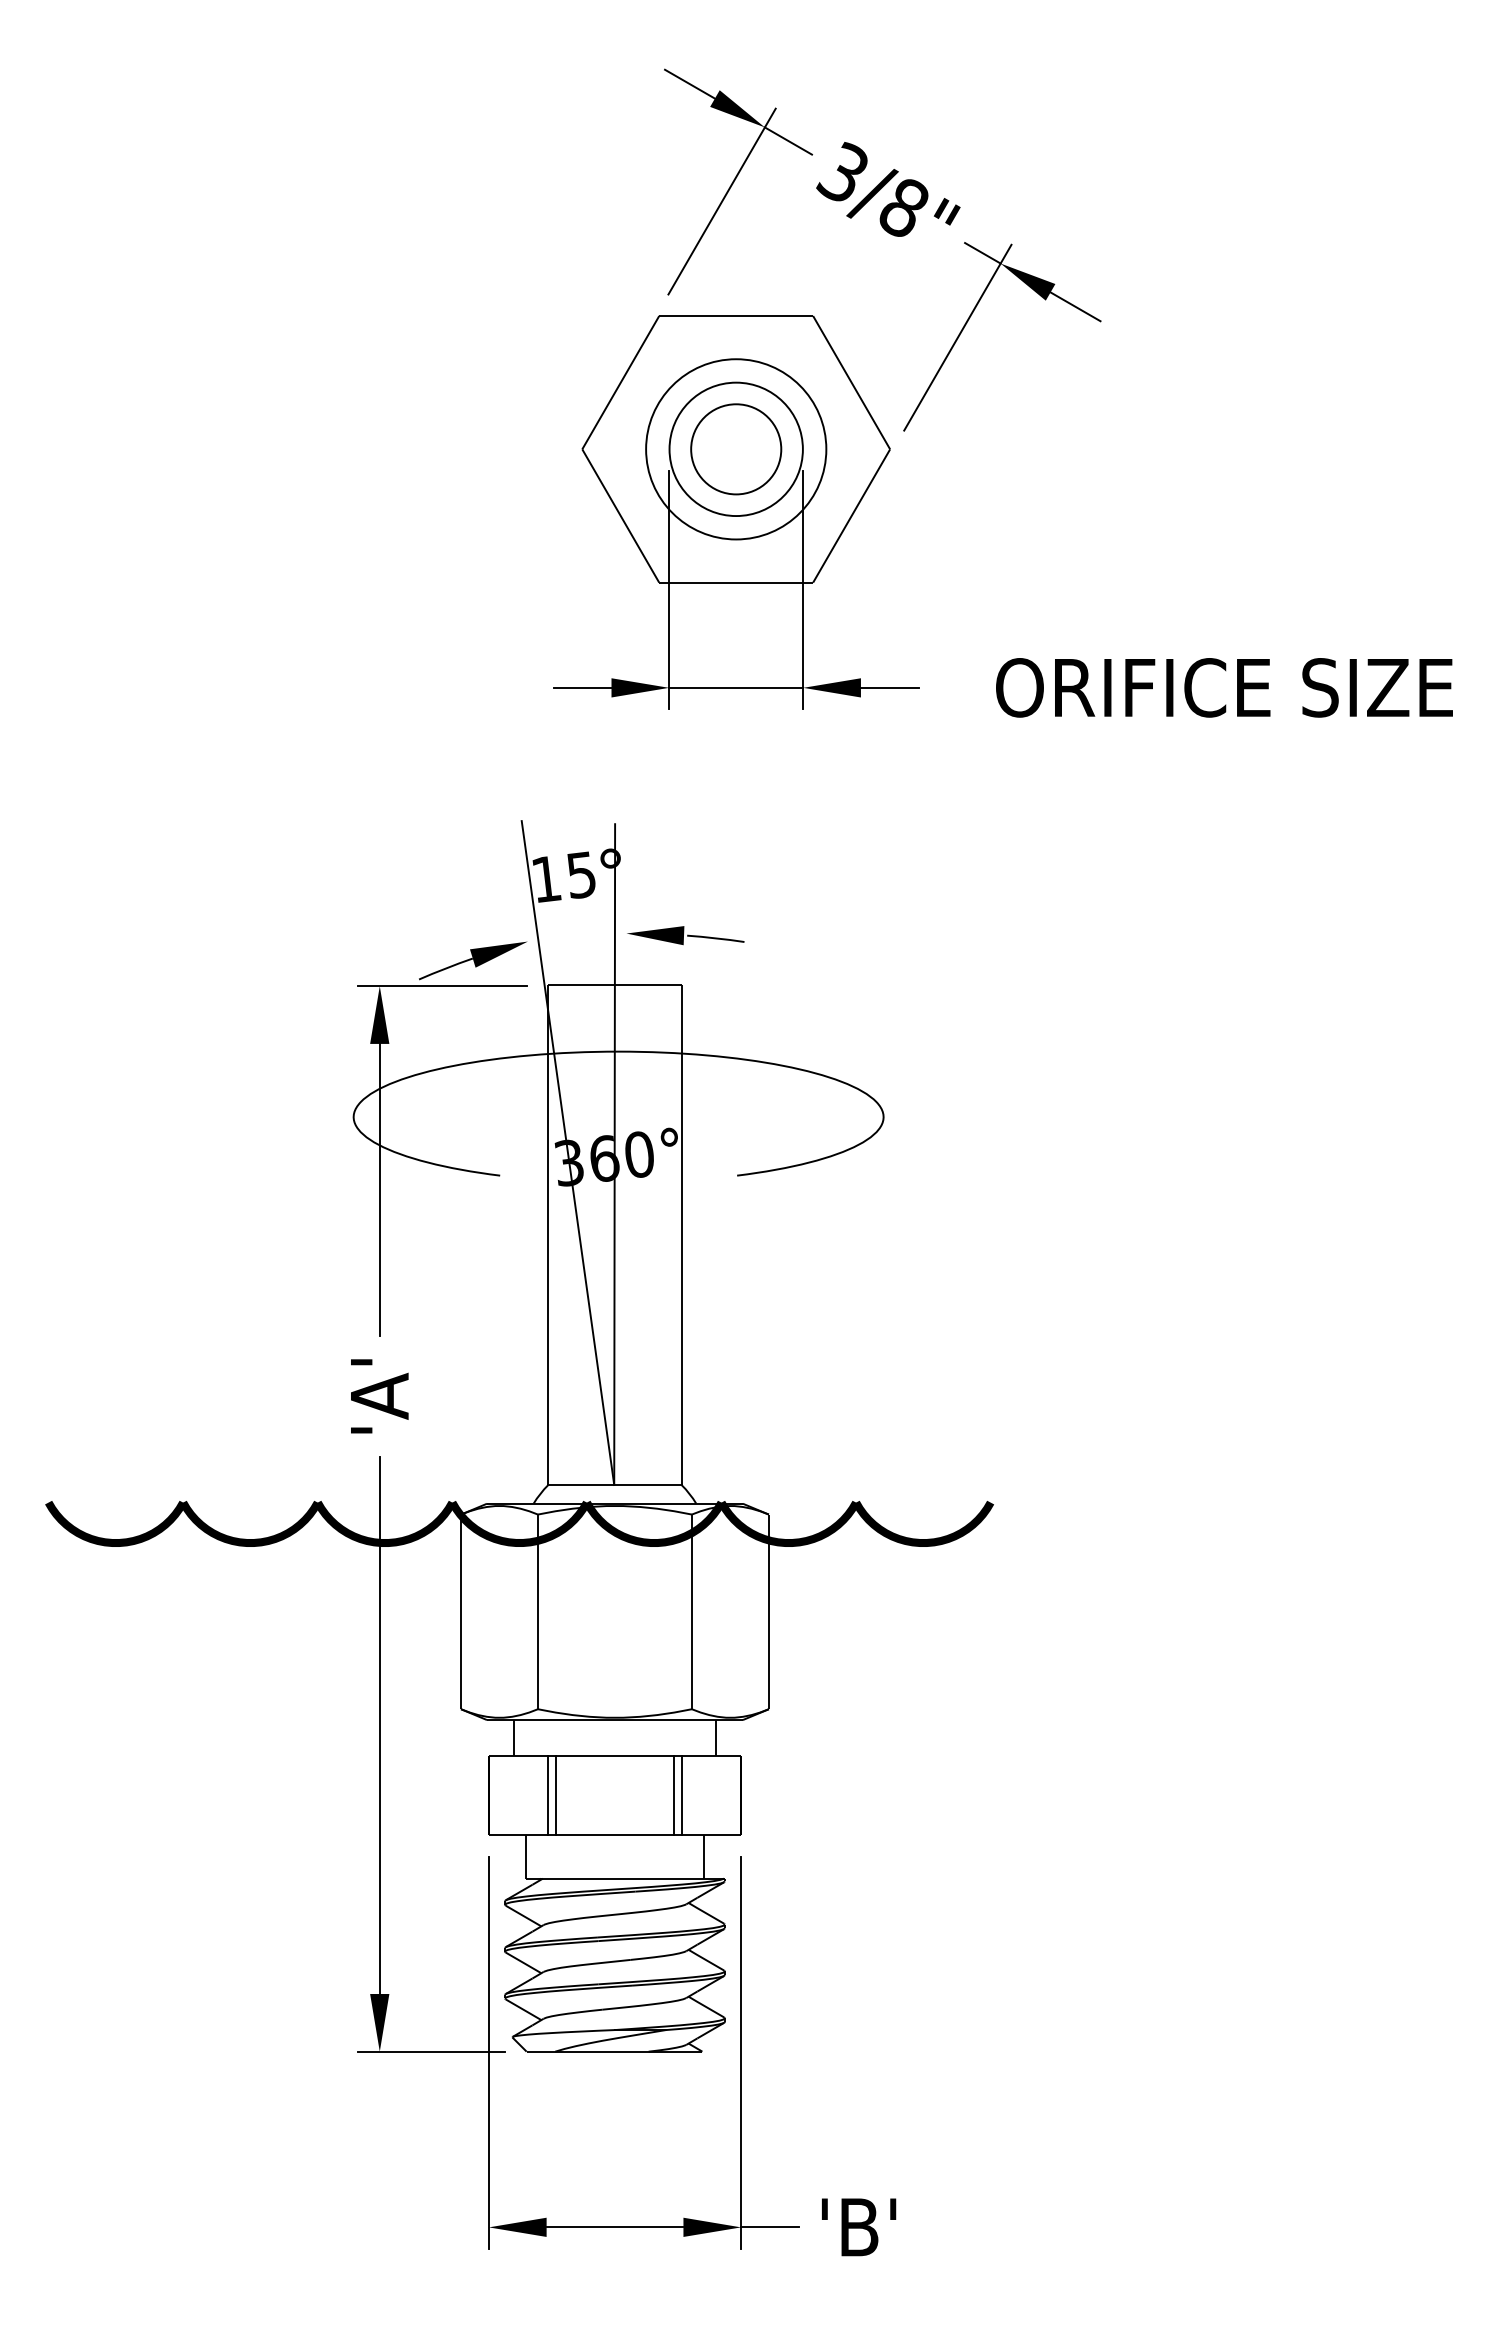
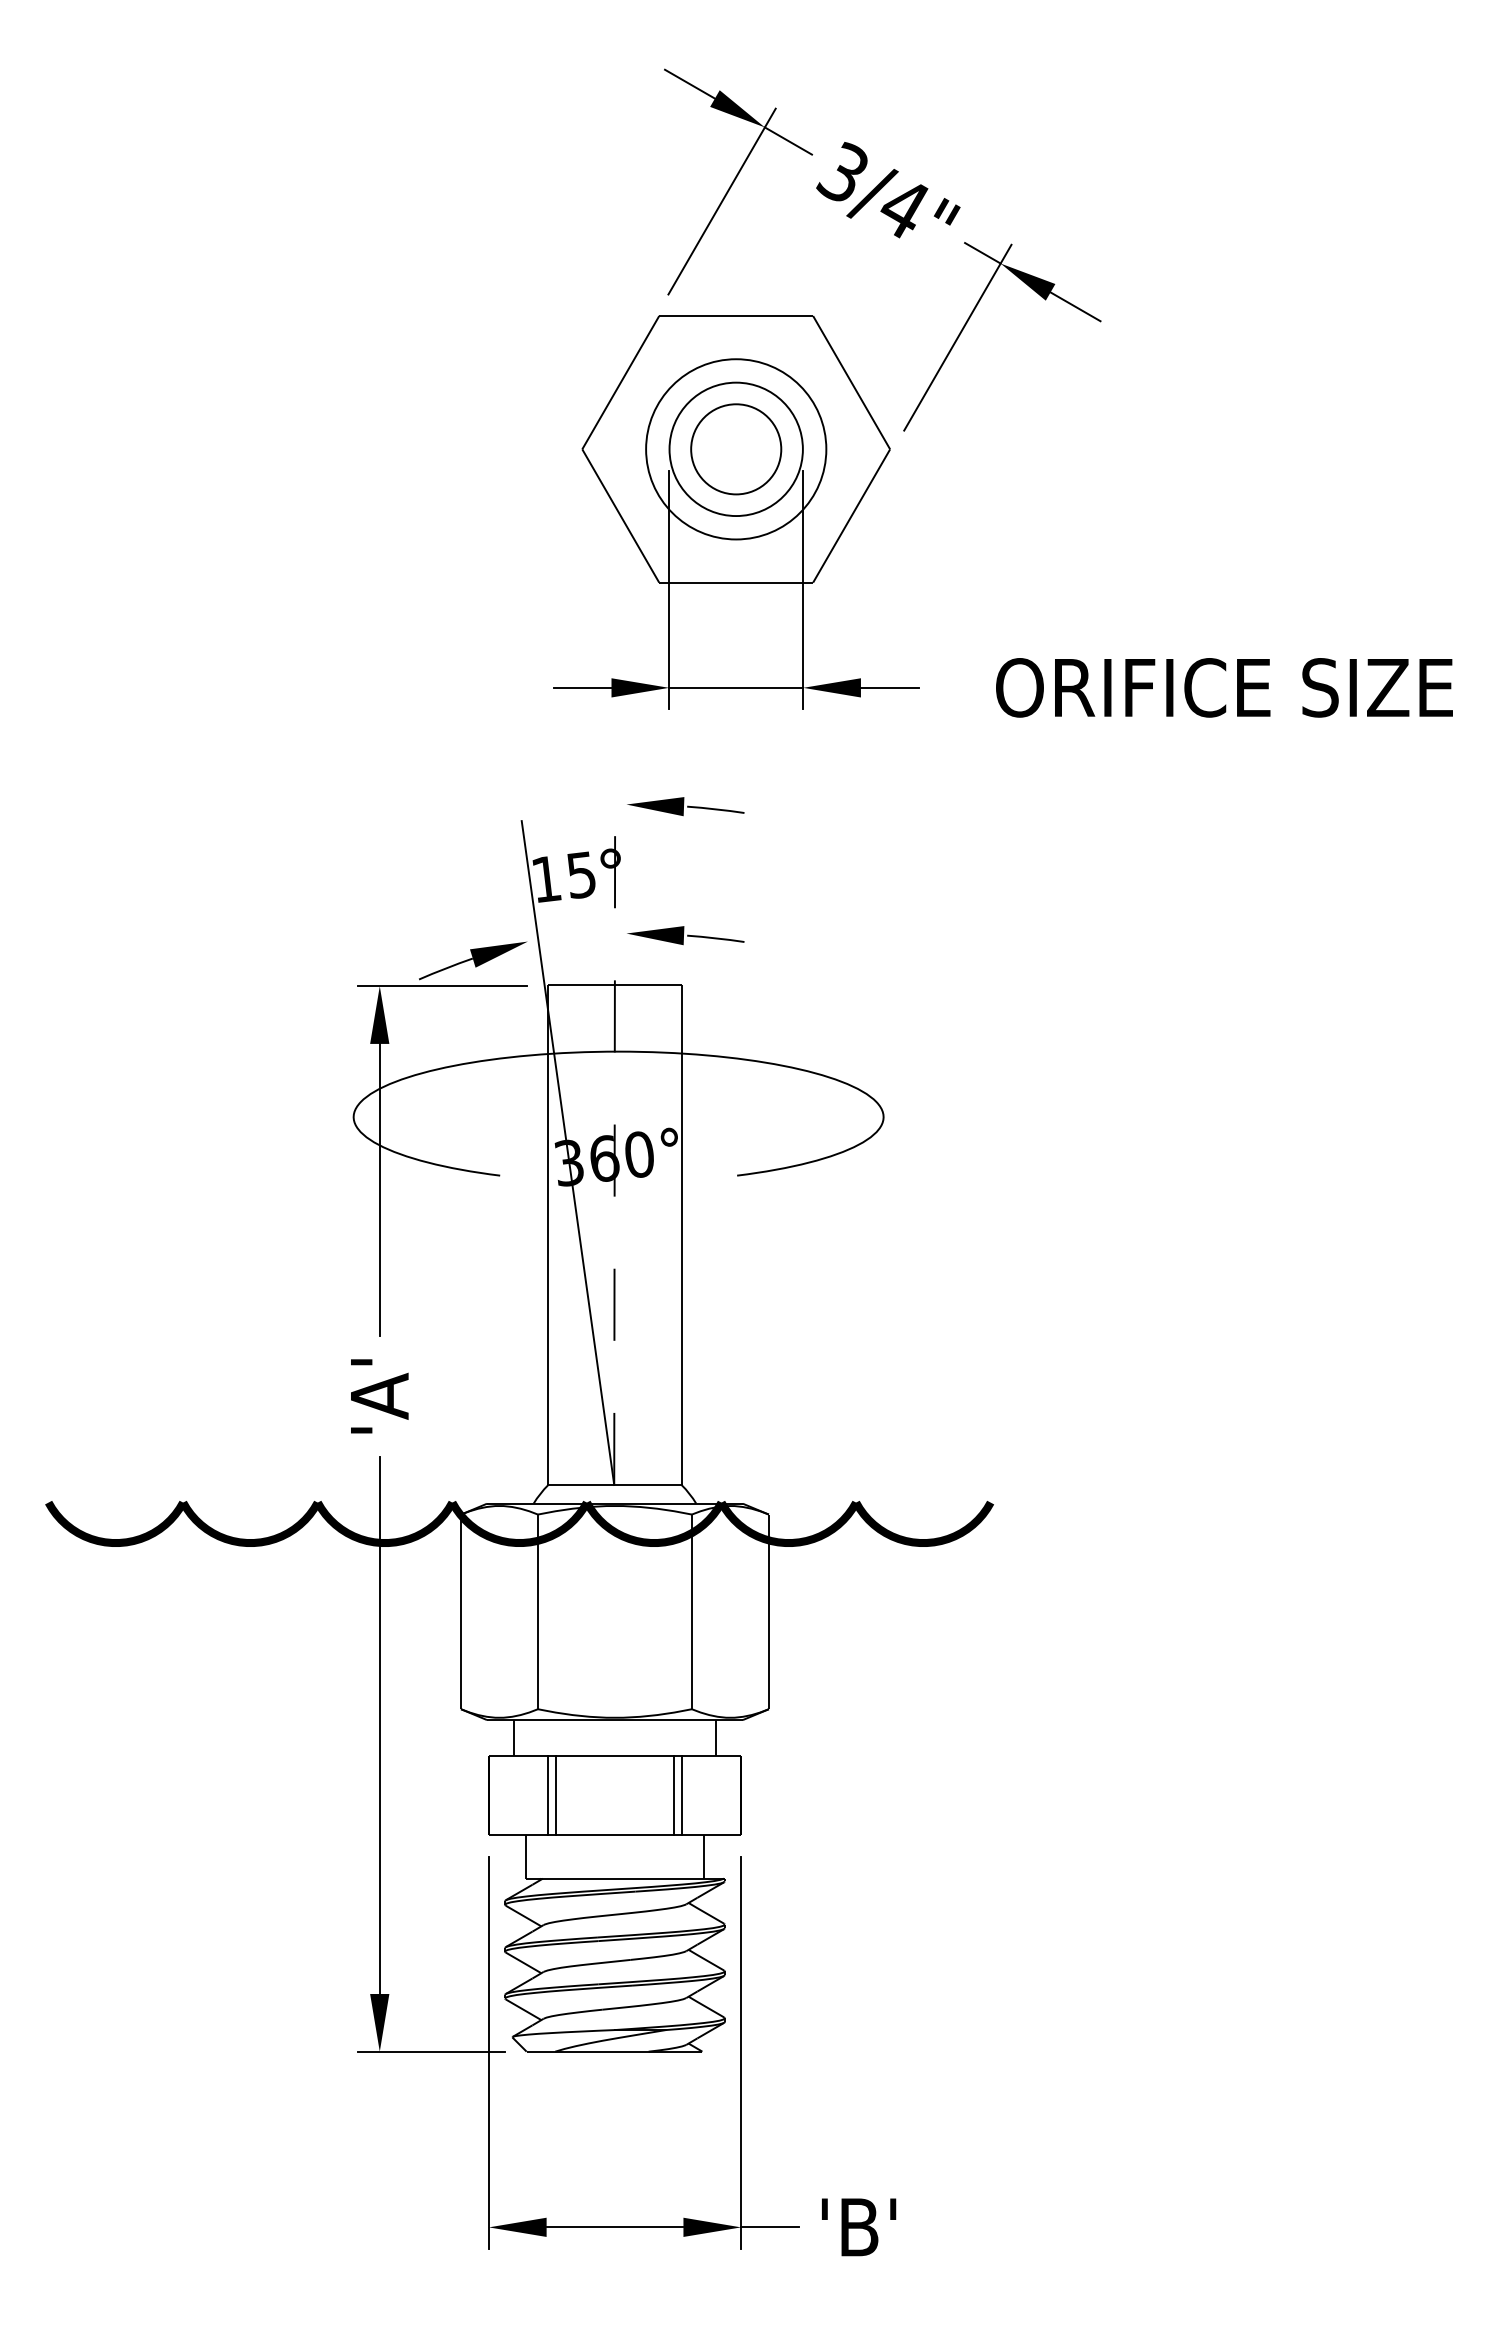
text at (903, 208): 3/8" -> 3/4"
part at (685, 806): none -> present
line at (614, 1154): solid -> dashed
